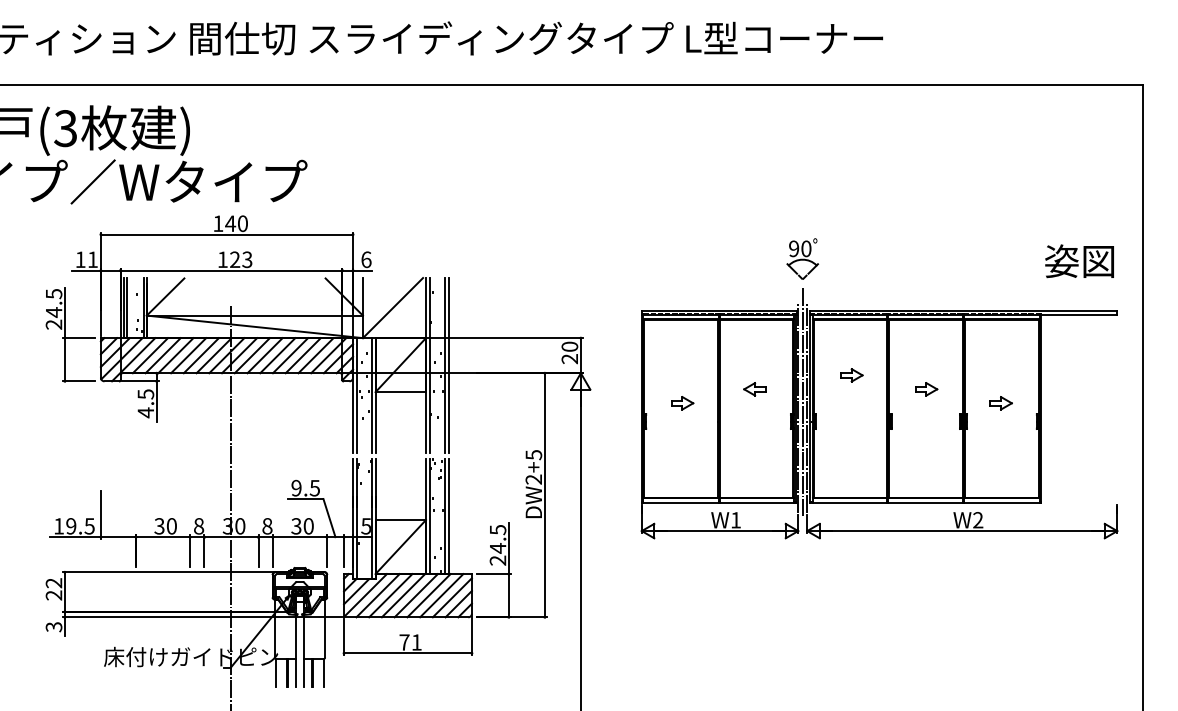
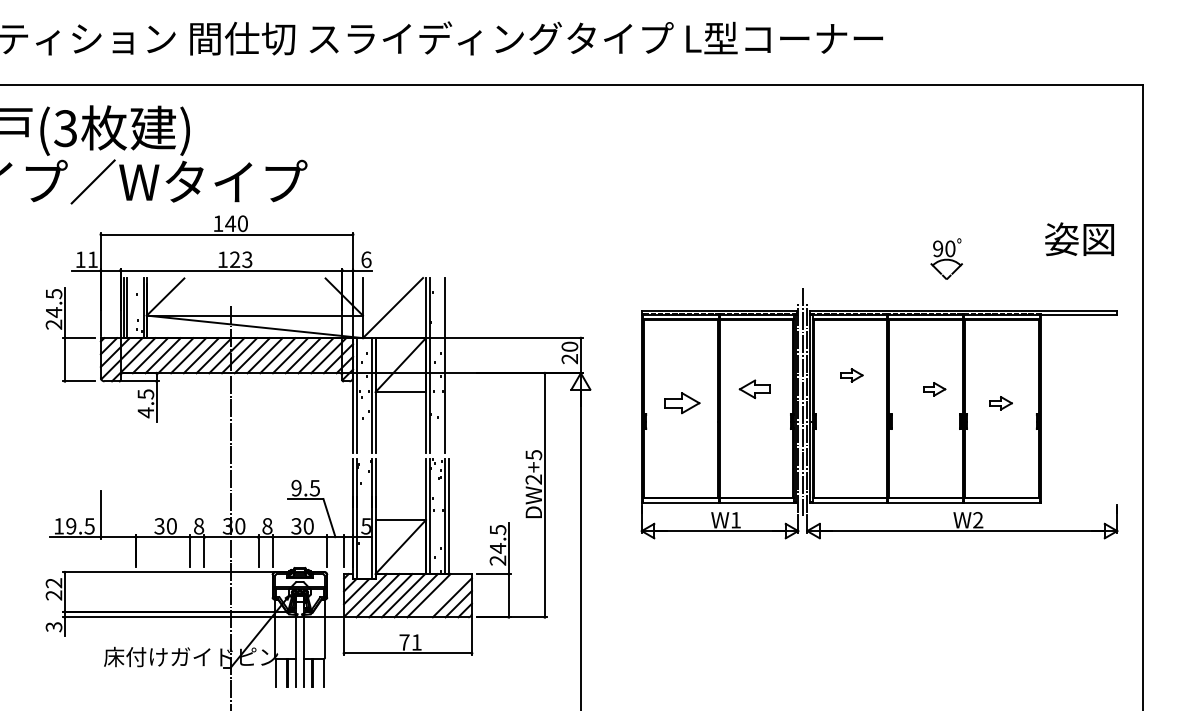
part at (802, 258) position: (802, 258) -> (946, 258)
text at (1079, 261) position: (1079, 261) -> (1079, 239)
line at (448, 365): present -> none
part at (754, 389) size: 24x15 px -> 33x20 px
part at (926, 389) position: (926, 389) -> (934, 389)
part at (682, 403) size: 24x15 px -> 37x23 px
line at (441, 595): present -> none
